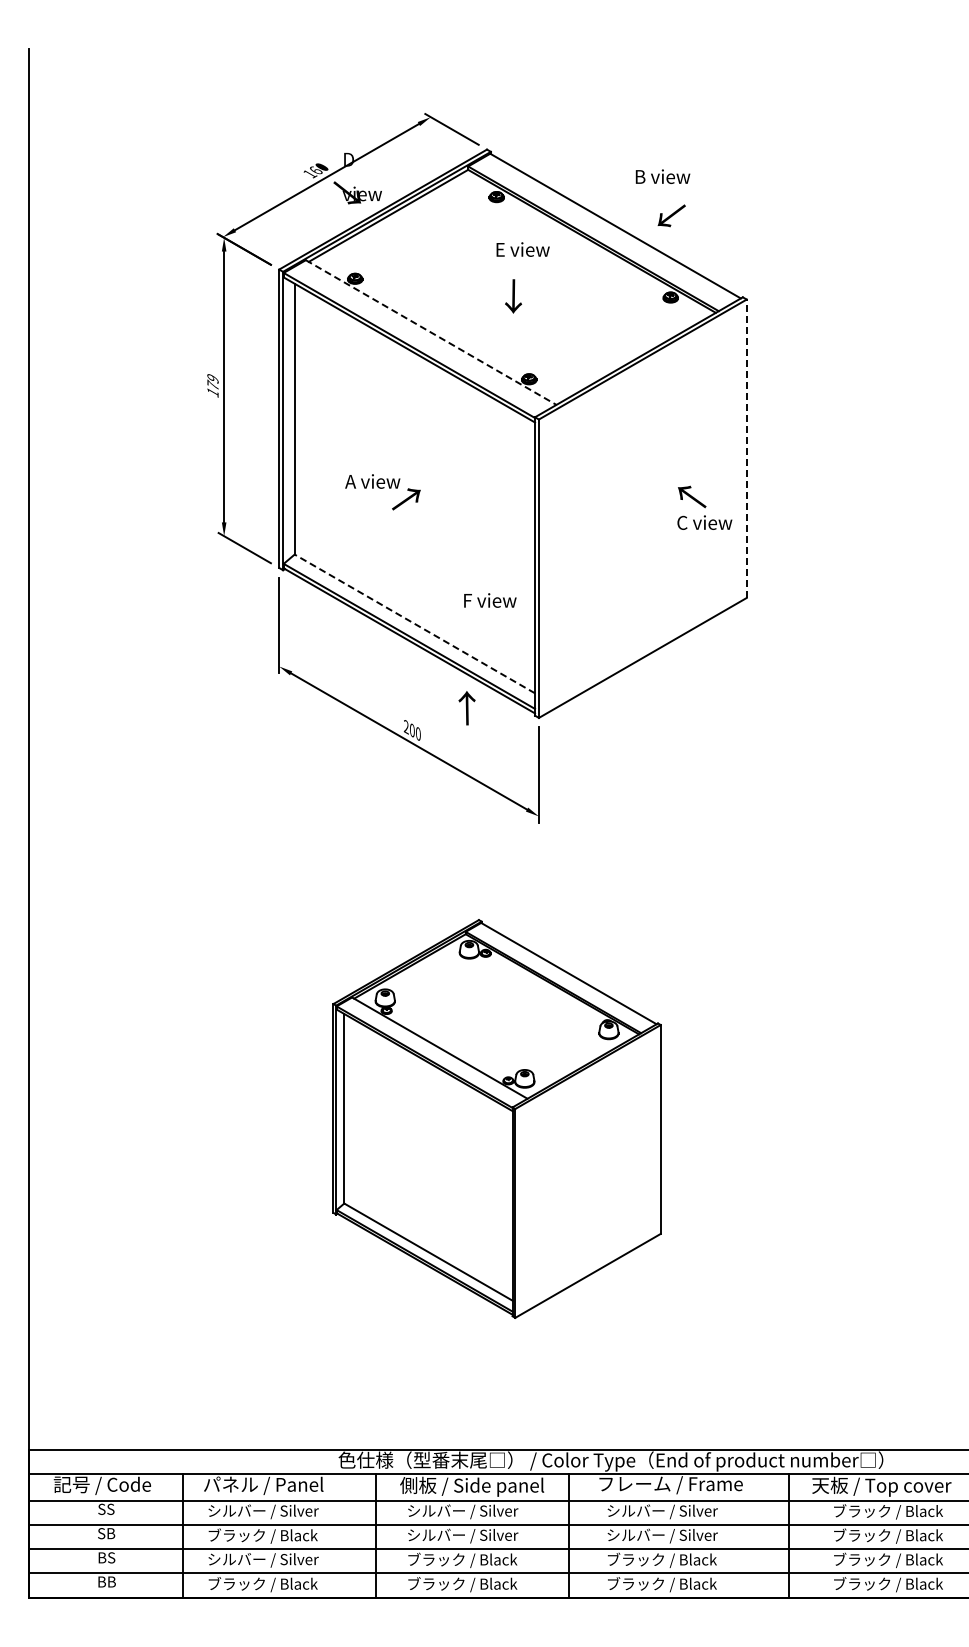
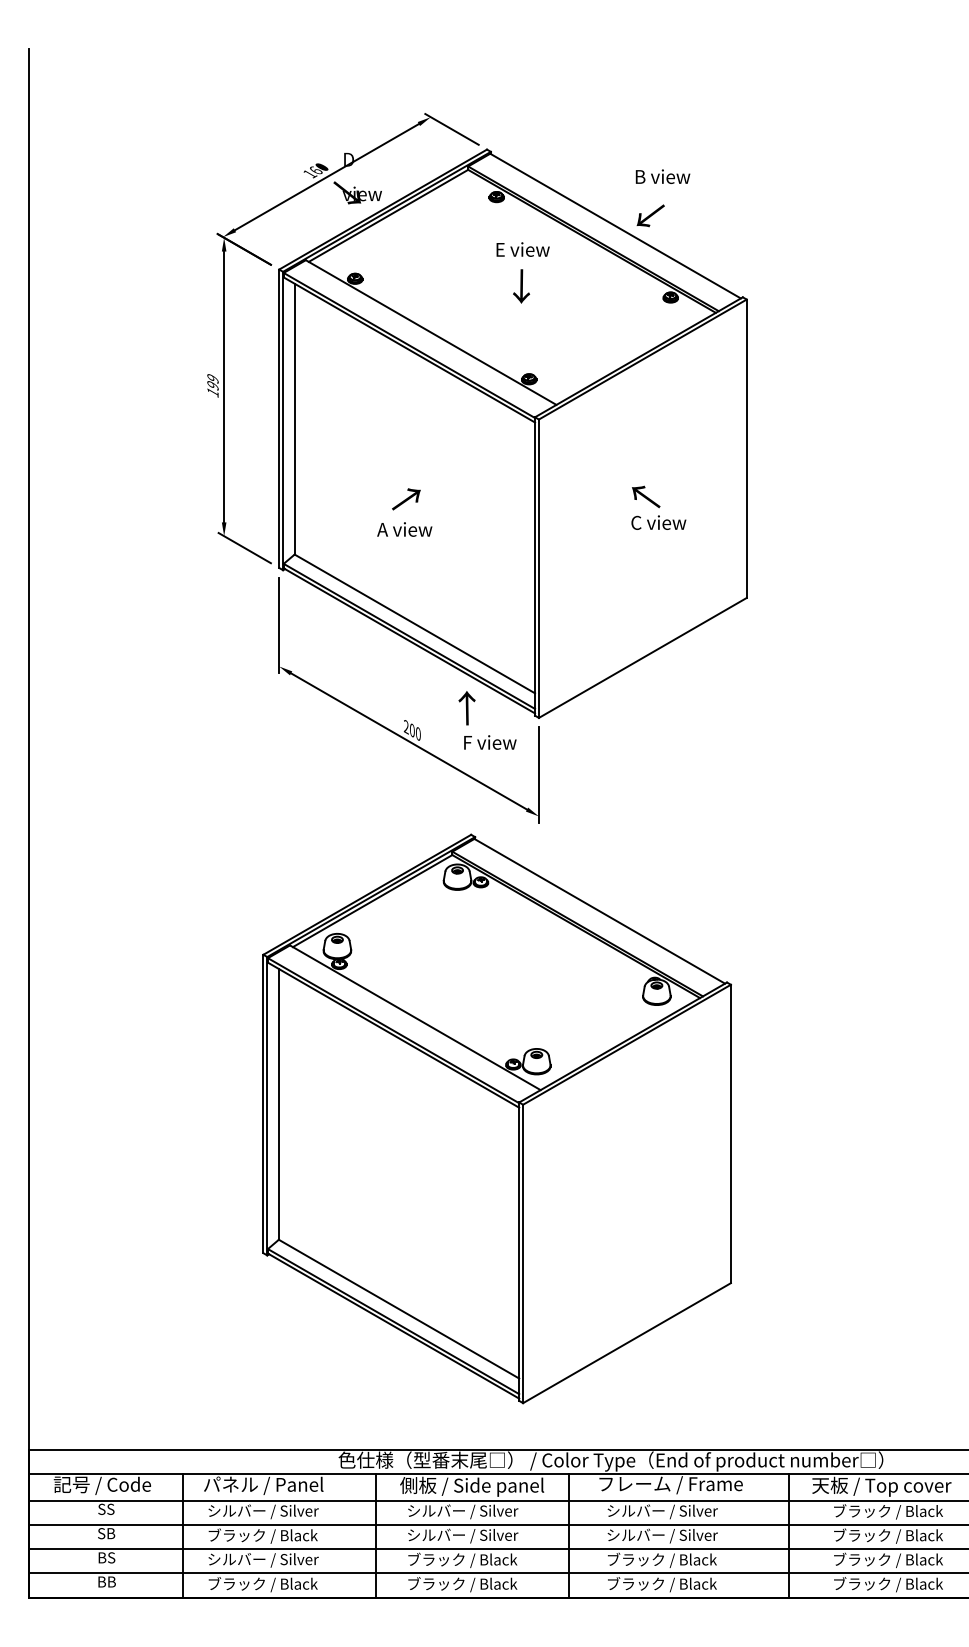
text at (671, 215) position: (671, 215) -> (650, 215)
text at (513, 296) position: (513, 296) -> (521, 286)
line at (431, 332): dashed -> solid
text at (212, 384): 179 -> 199
line at (746, 448): dashed -> solid
text at (372, 481) position: (372, 481) -> (404, 529)
text at (704, 507) position: (704, 507) -> (658, 507)
text at (490, 600) position: (490, 600) -> (490, 742)
line at (414, 623): dashed -> solid
part at (496, 1118) size: 330x400 px -> 470x572 px
